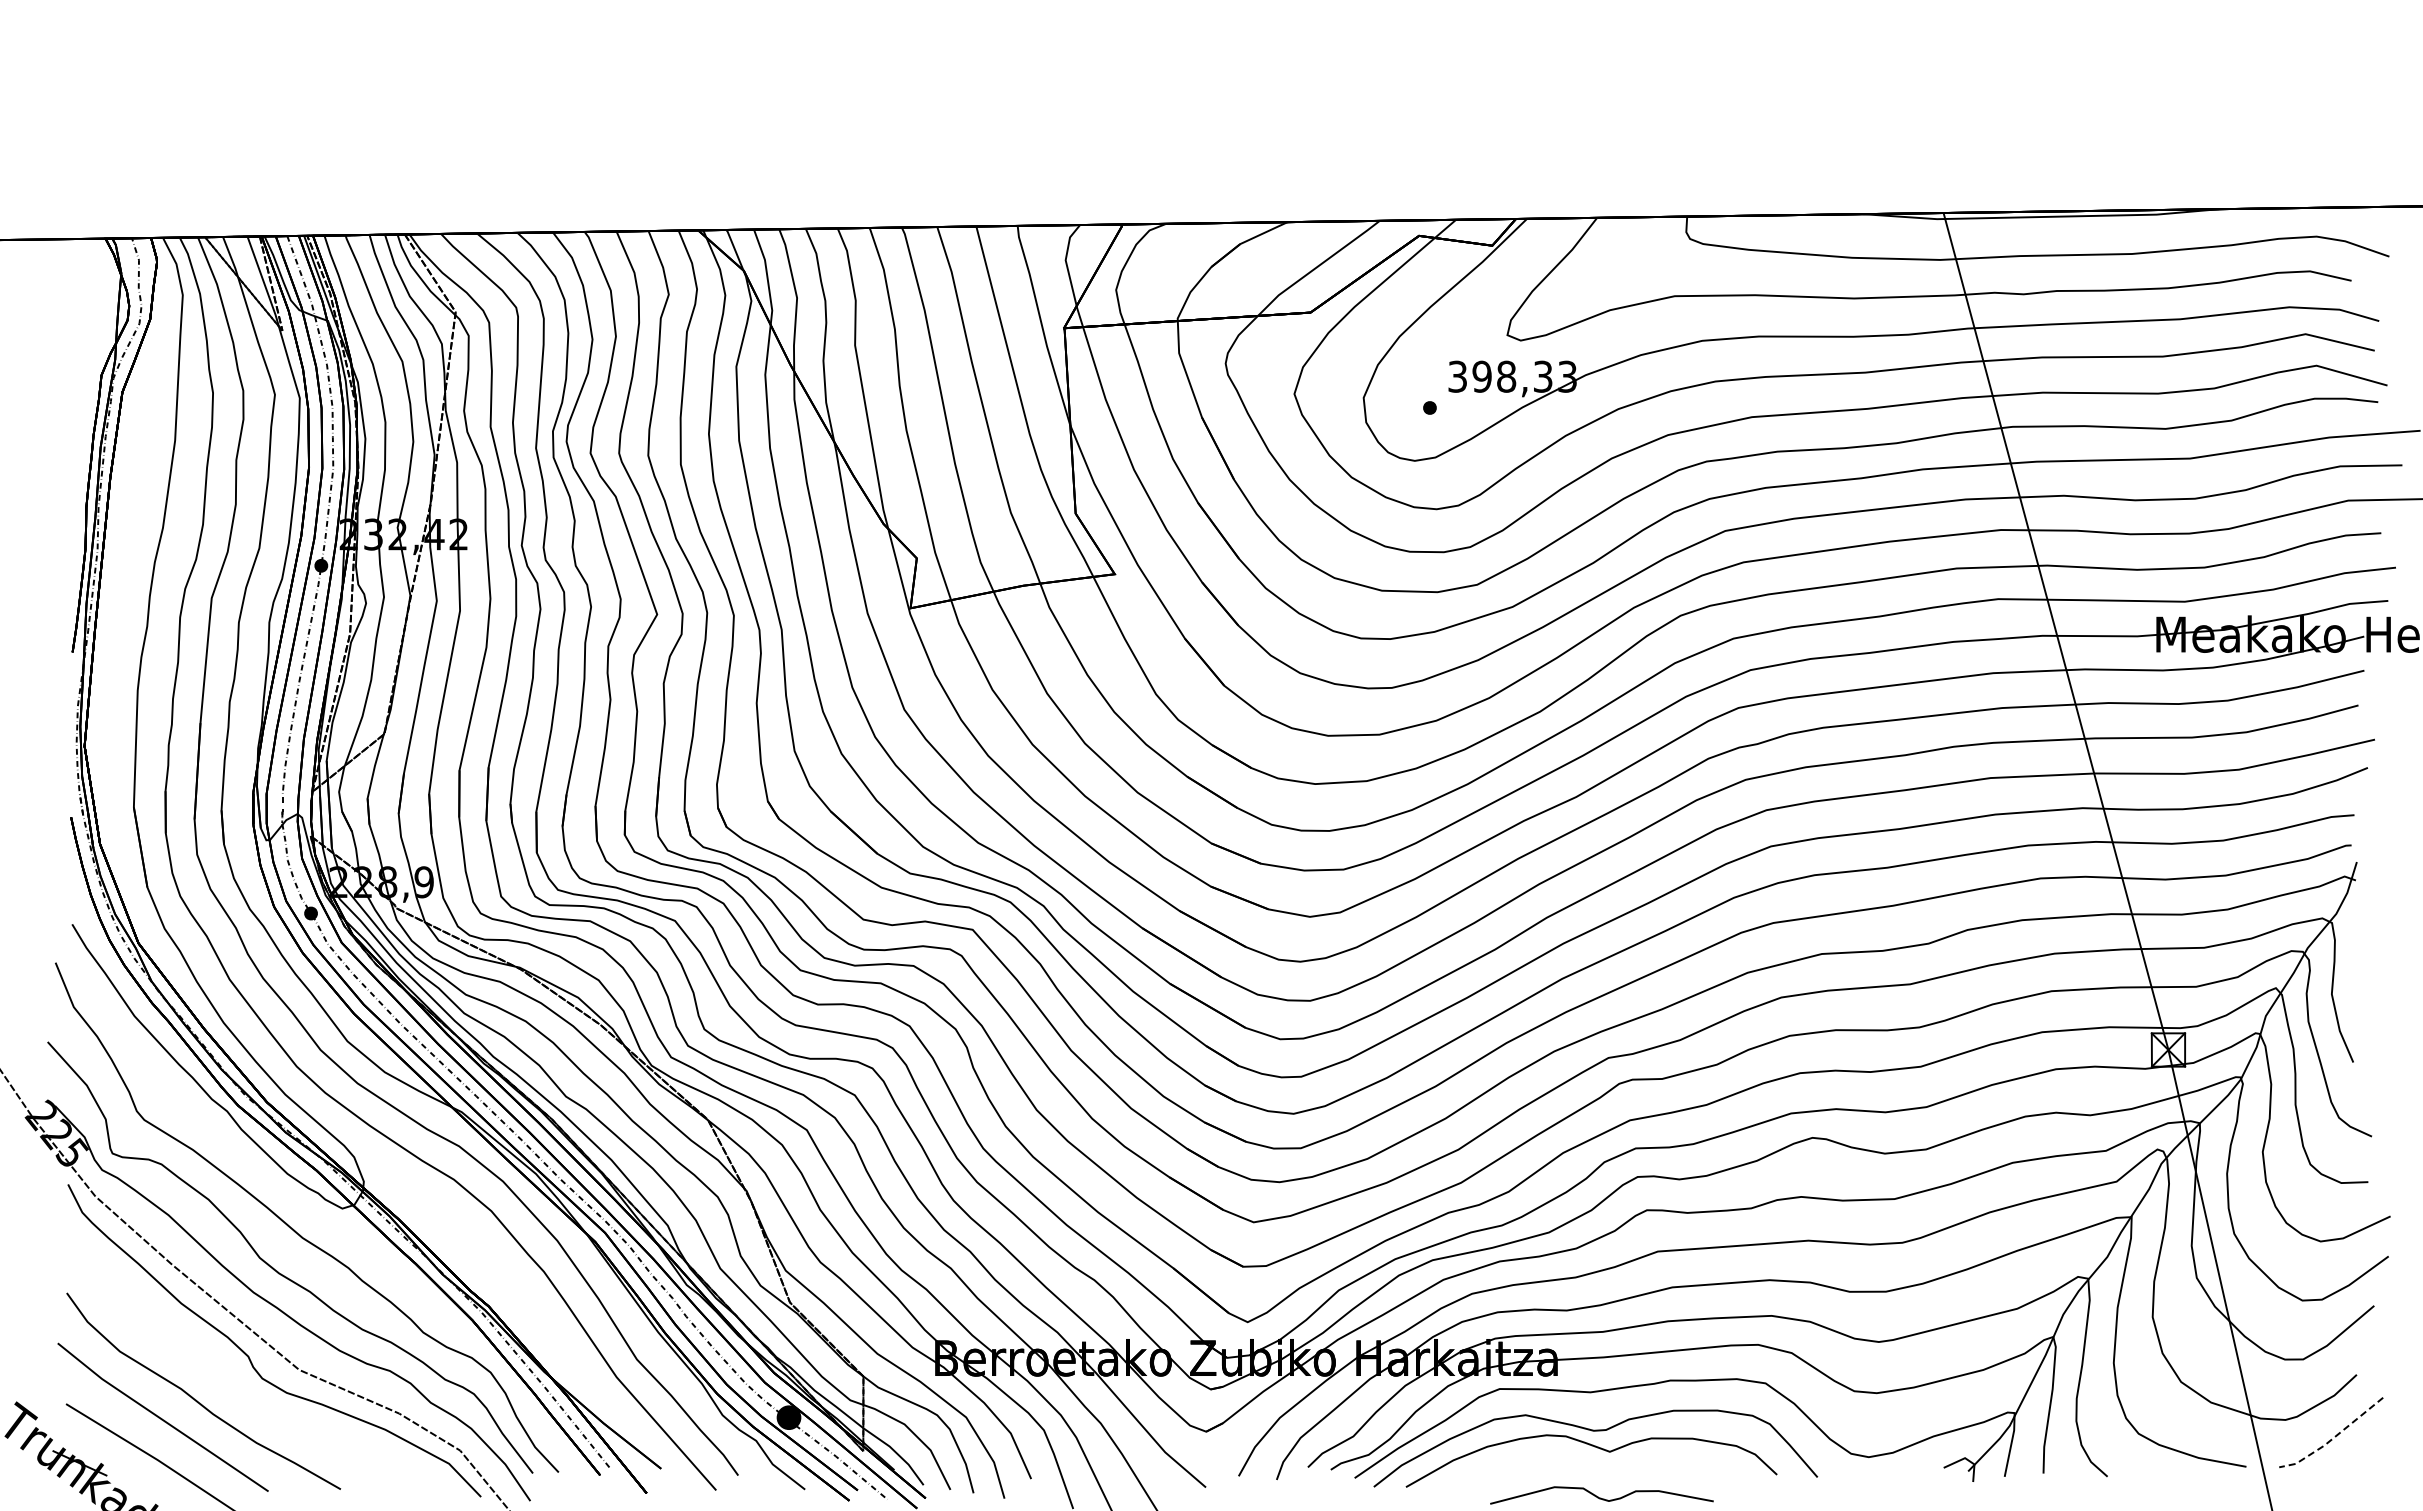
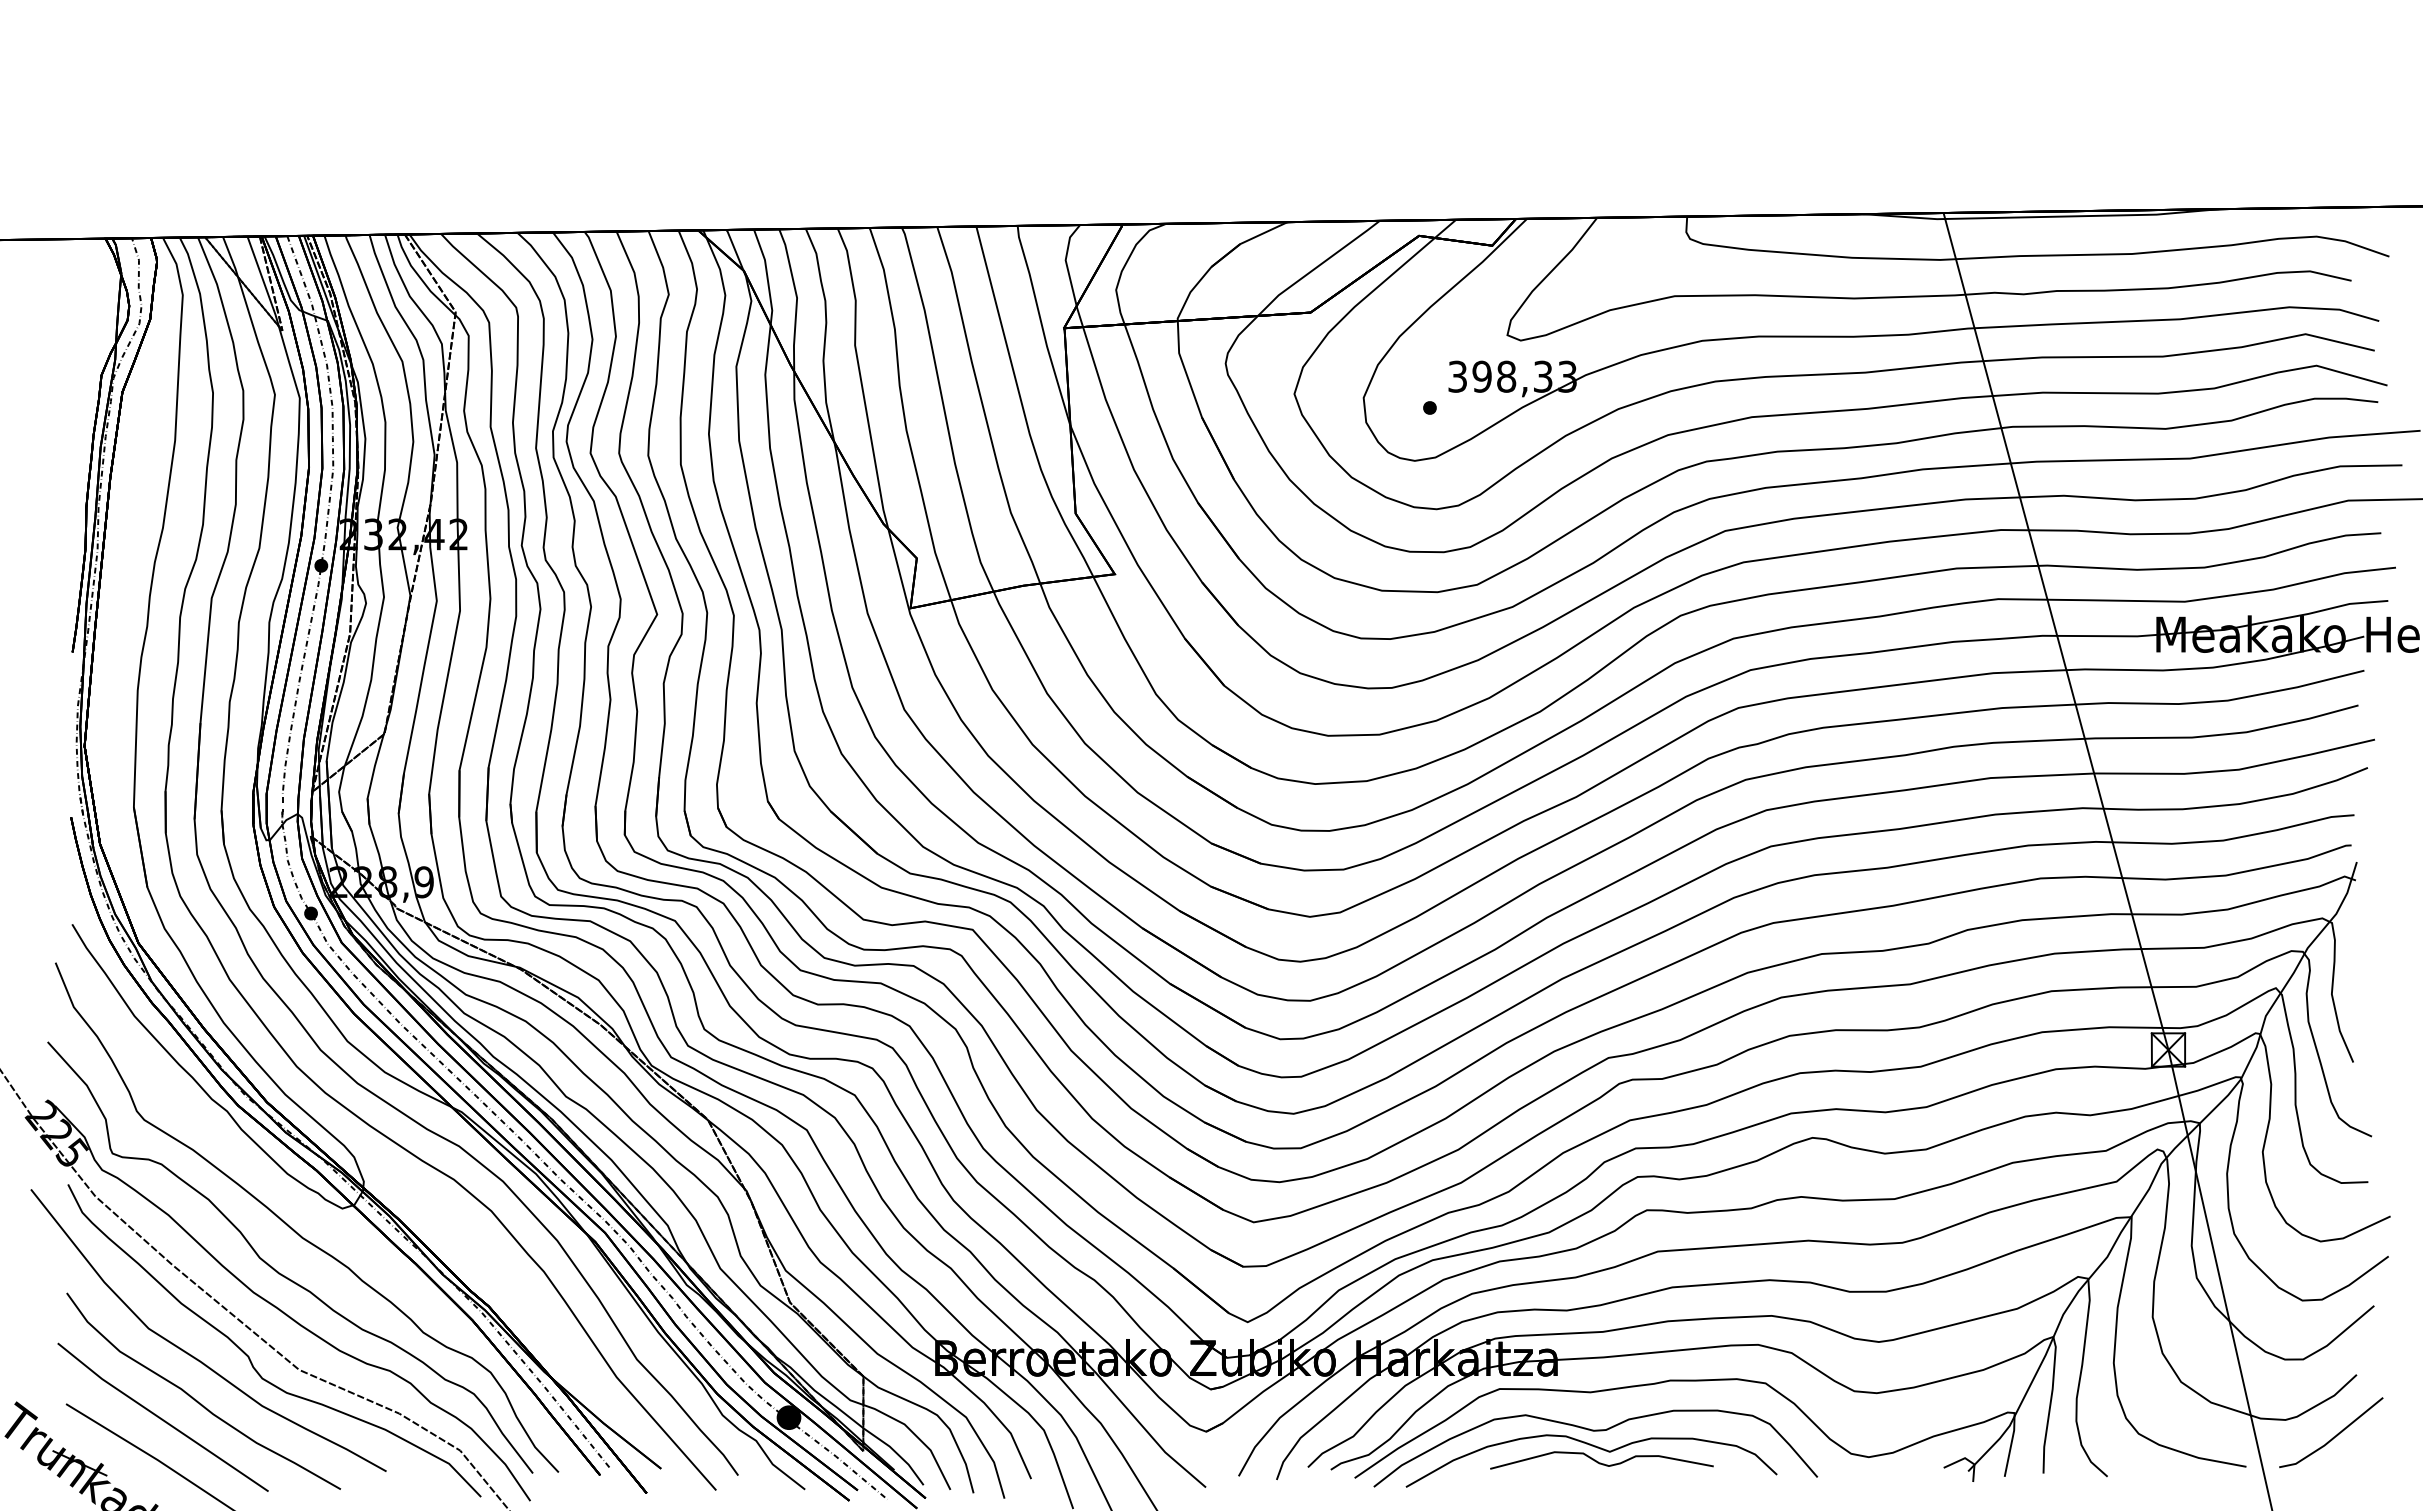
curve at (191, 1354): none -> present
line at (2332, 1438): dashed -> solid
curve at (1600, 1497) position: (1600, 1497) -> (1600, 1462)
